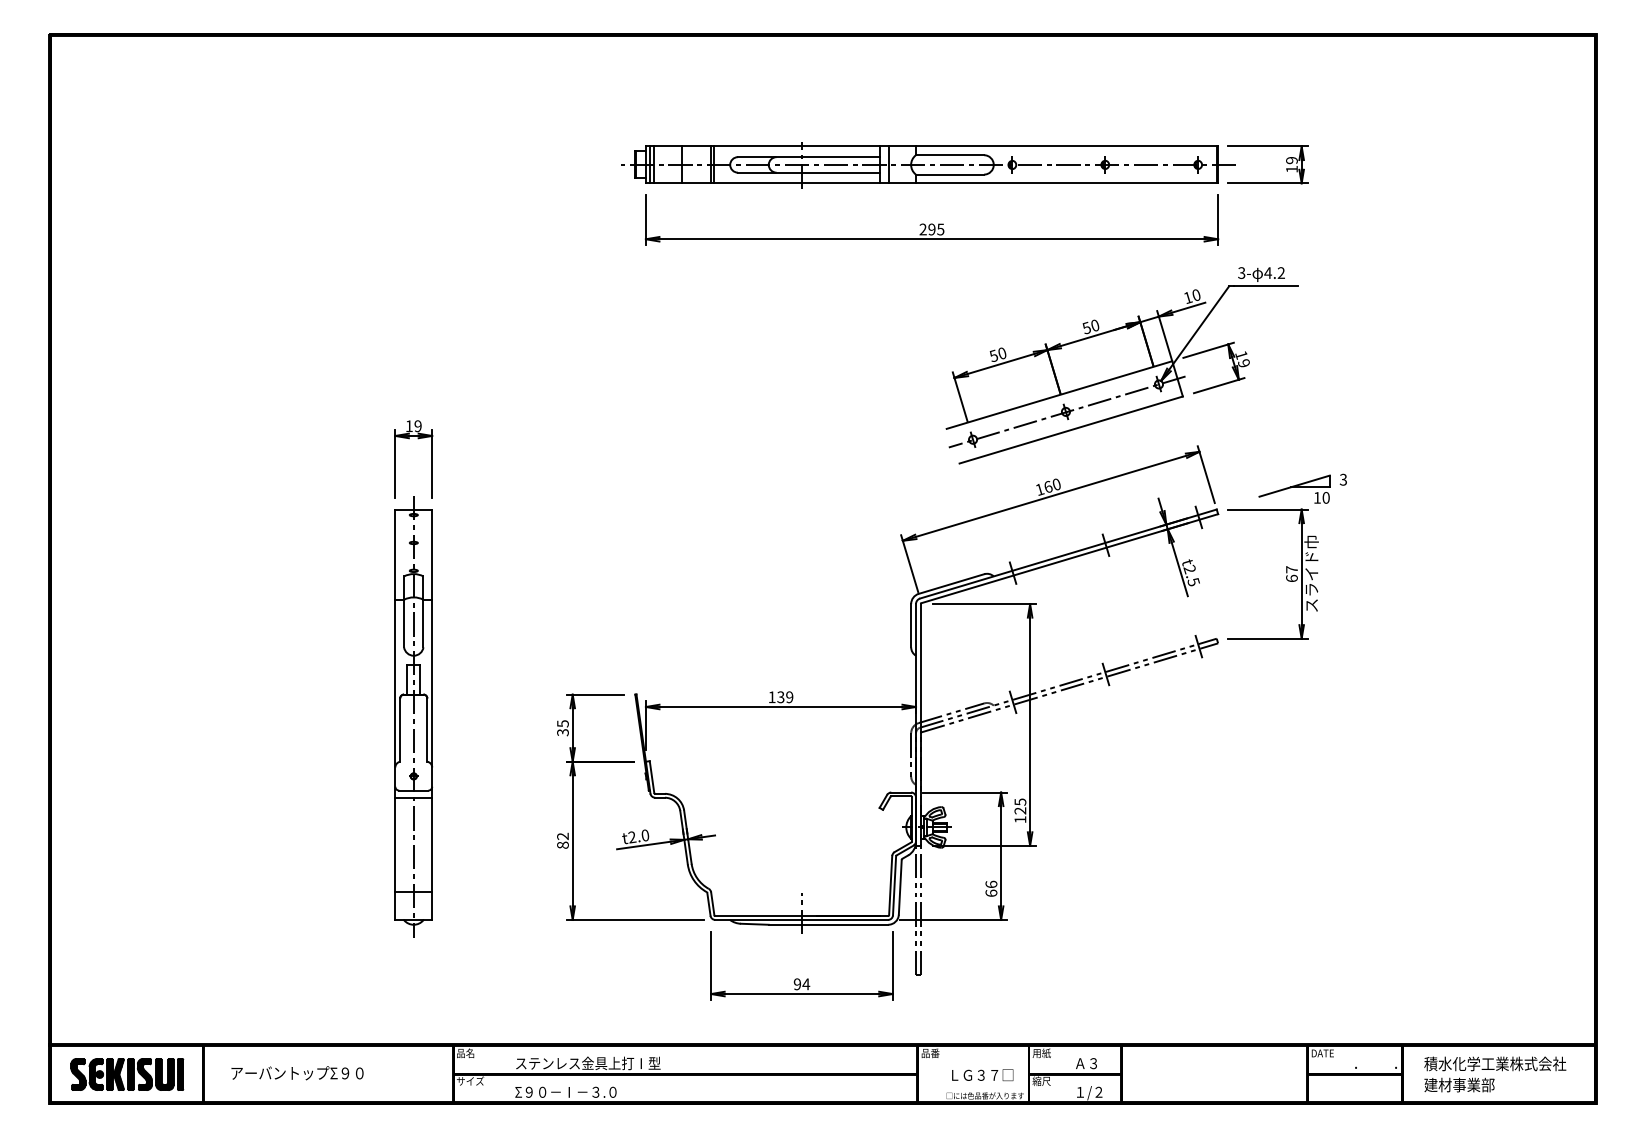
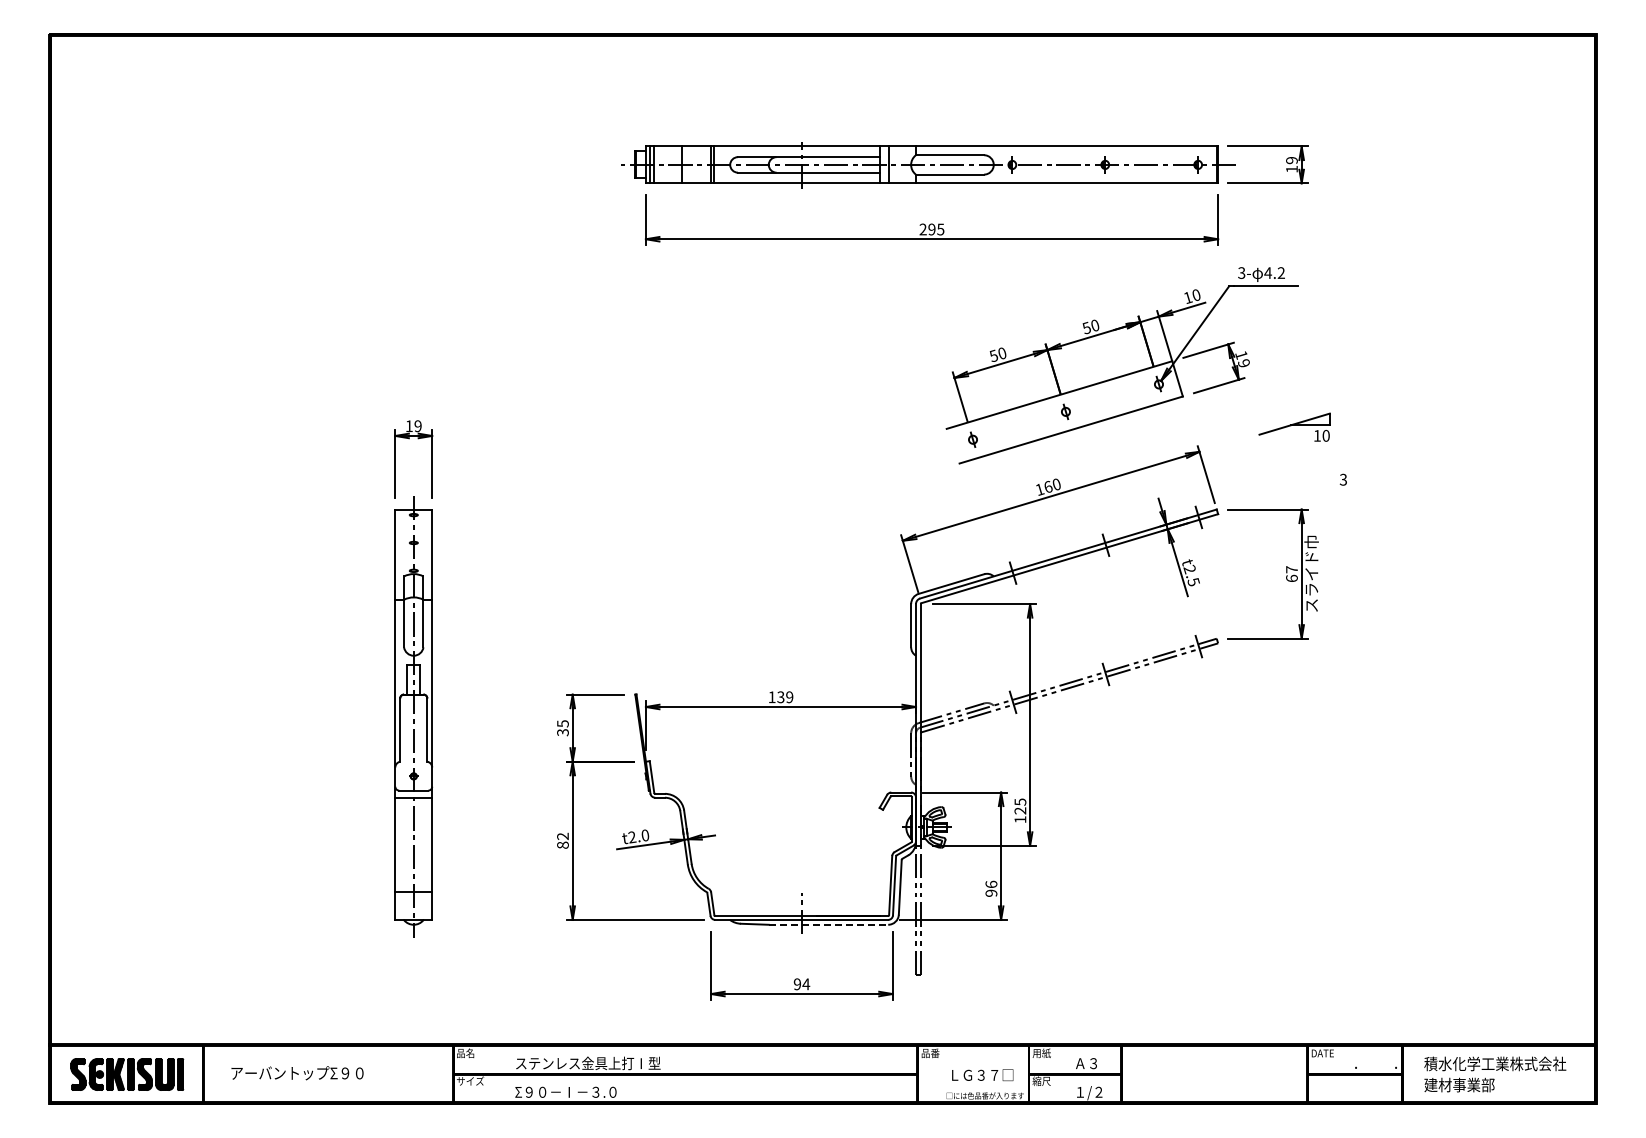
line at (1066, 411): present -> none
part at (1294, 488) position: (1294, 488) -> (1294, 426)
text at (991, 892): 66 -> 96
line at (828, 924): solid -> dashed
